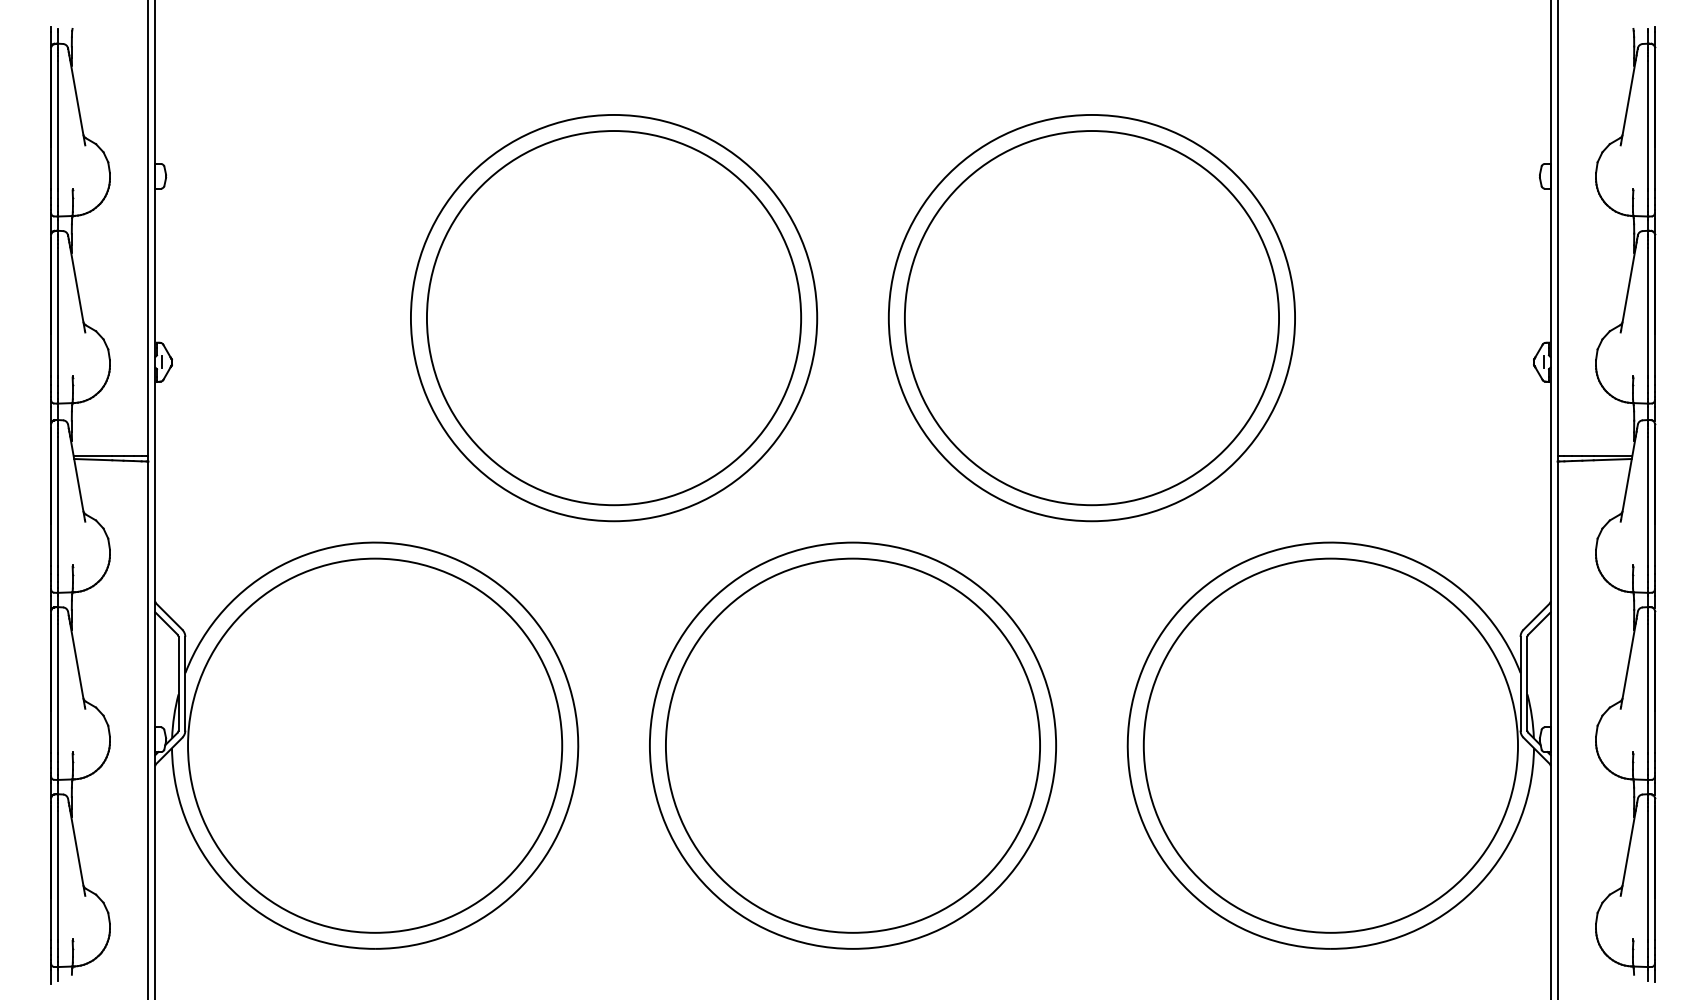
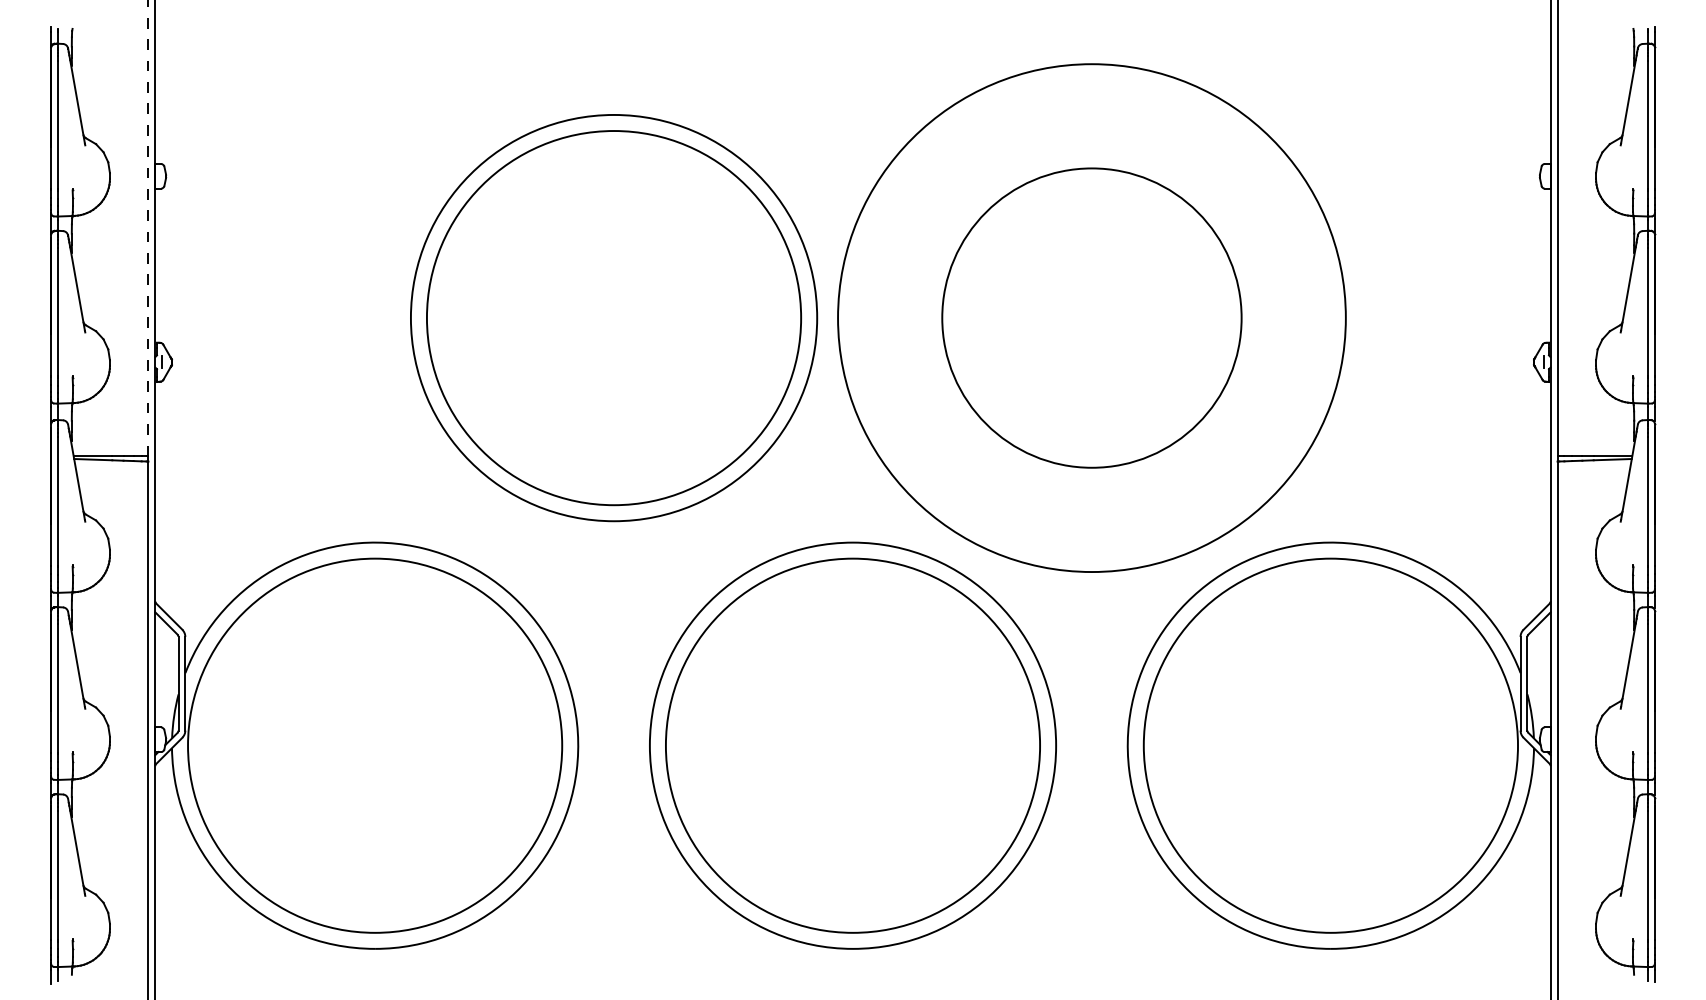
line at (148, 228): solid -> dashed
circle at (1091, 317) diameter: 406 px -> 508 px
circle at (1091, 318) diameter: 374 px -> 299 px
